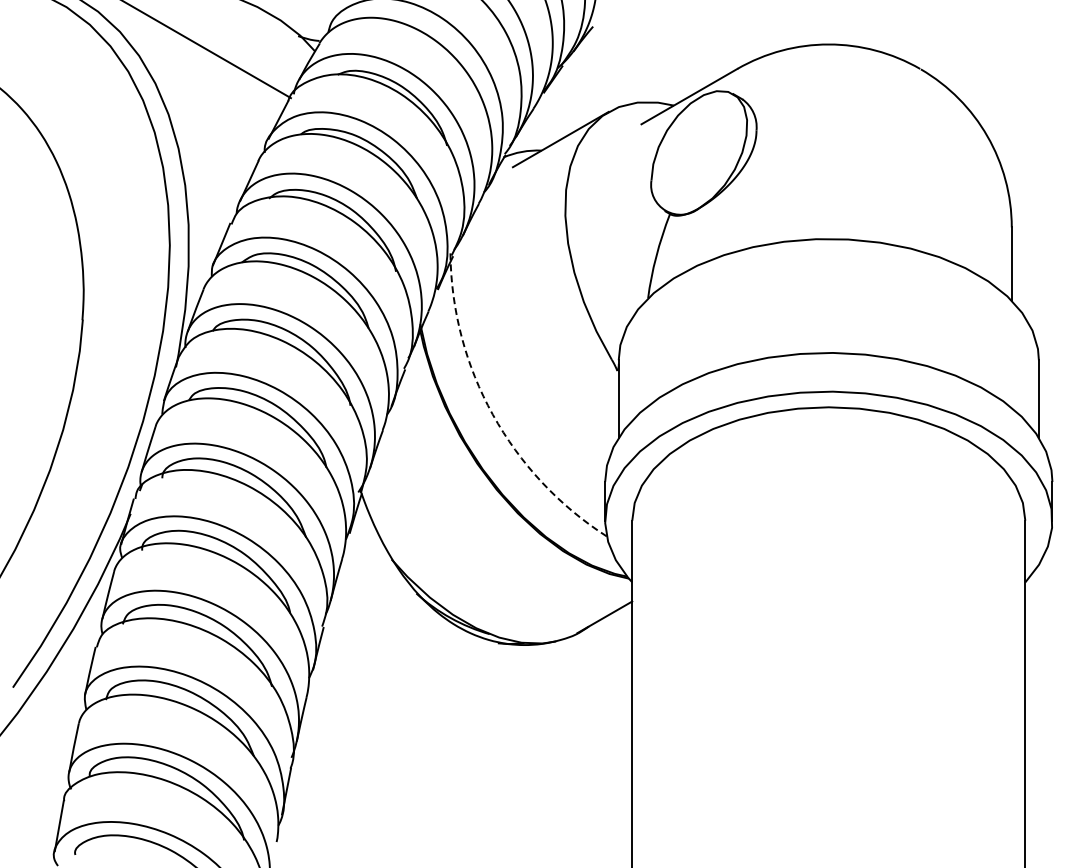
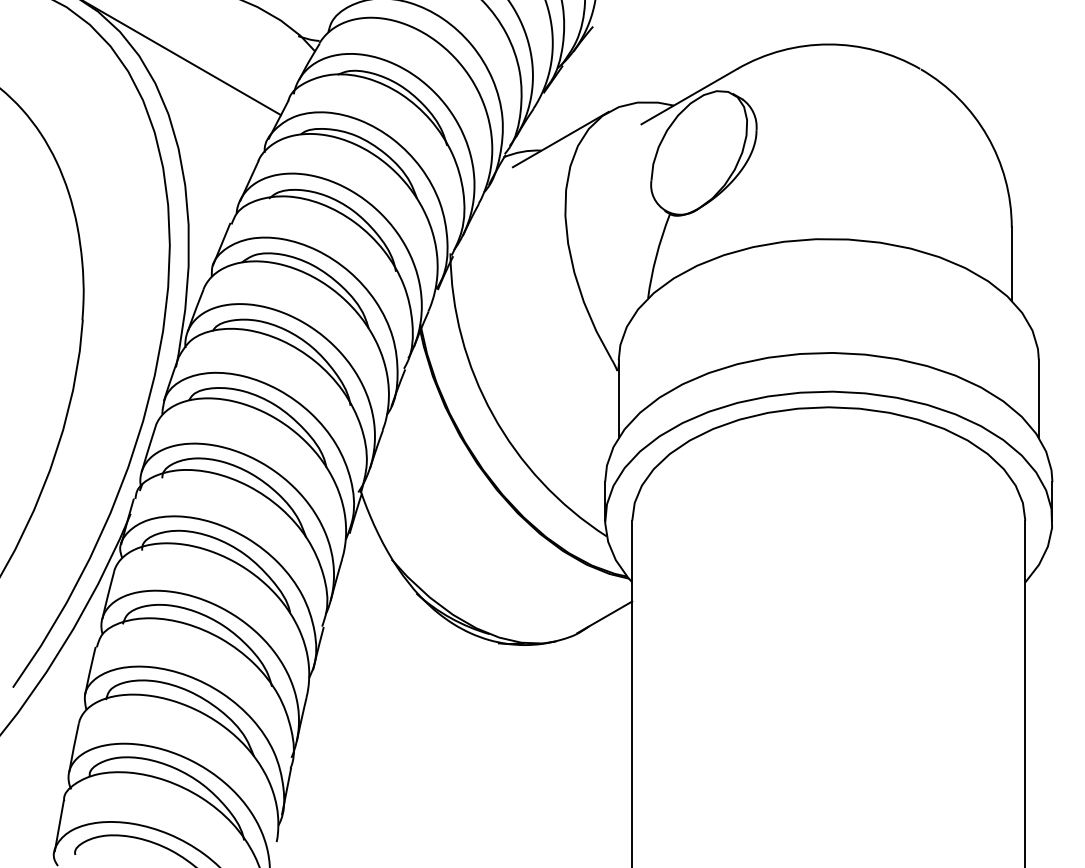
line at (207, 50) position: (207, 50) -> (183, 58)
arc at (492, 414): dashed -> solid
